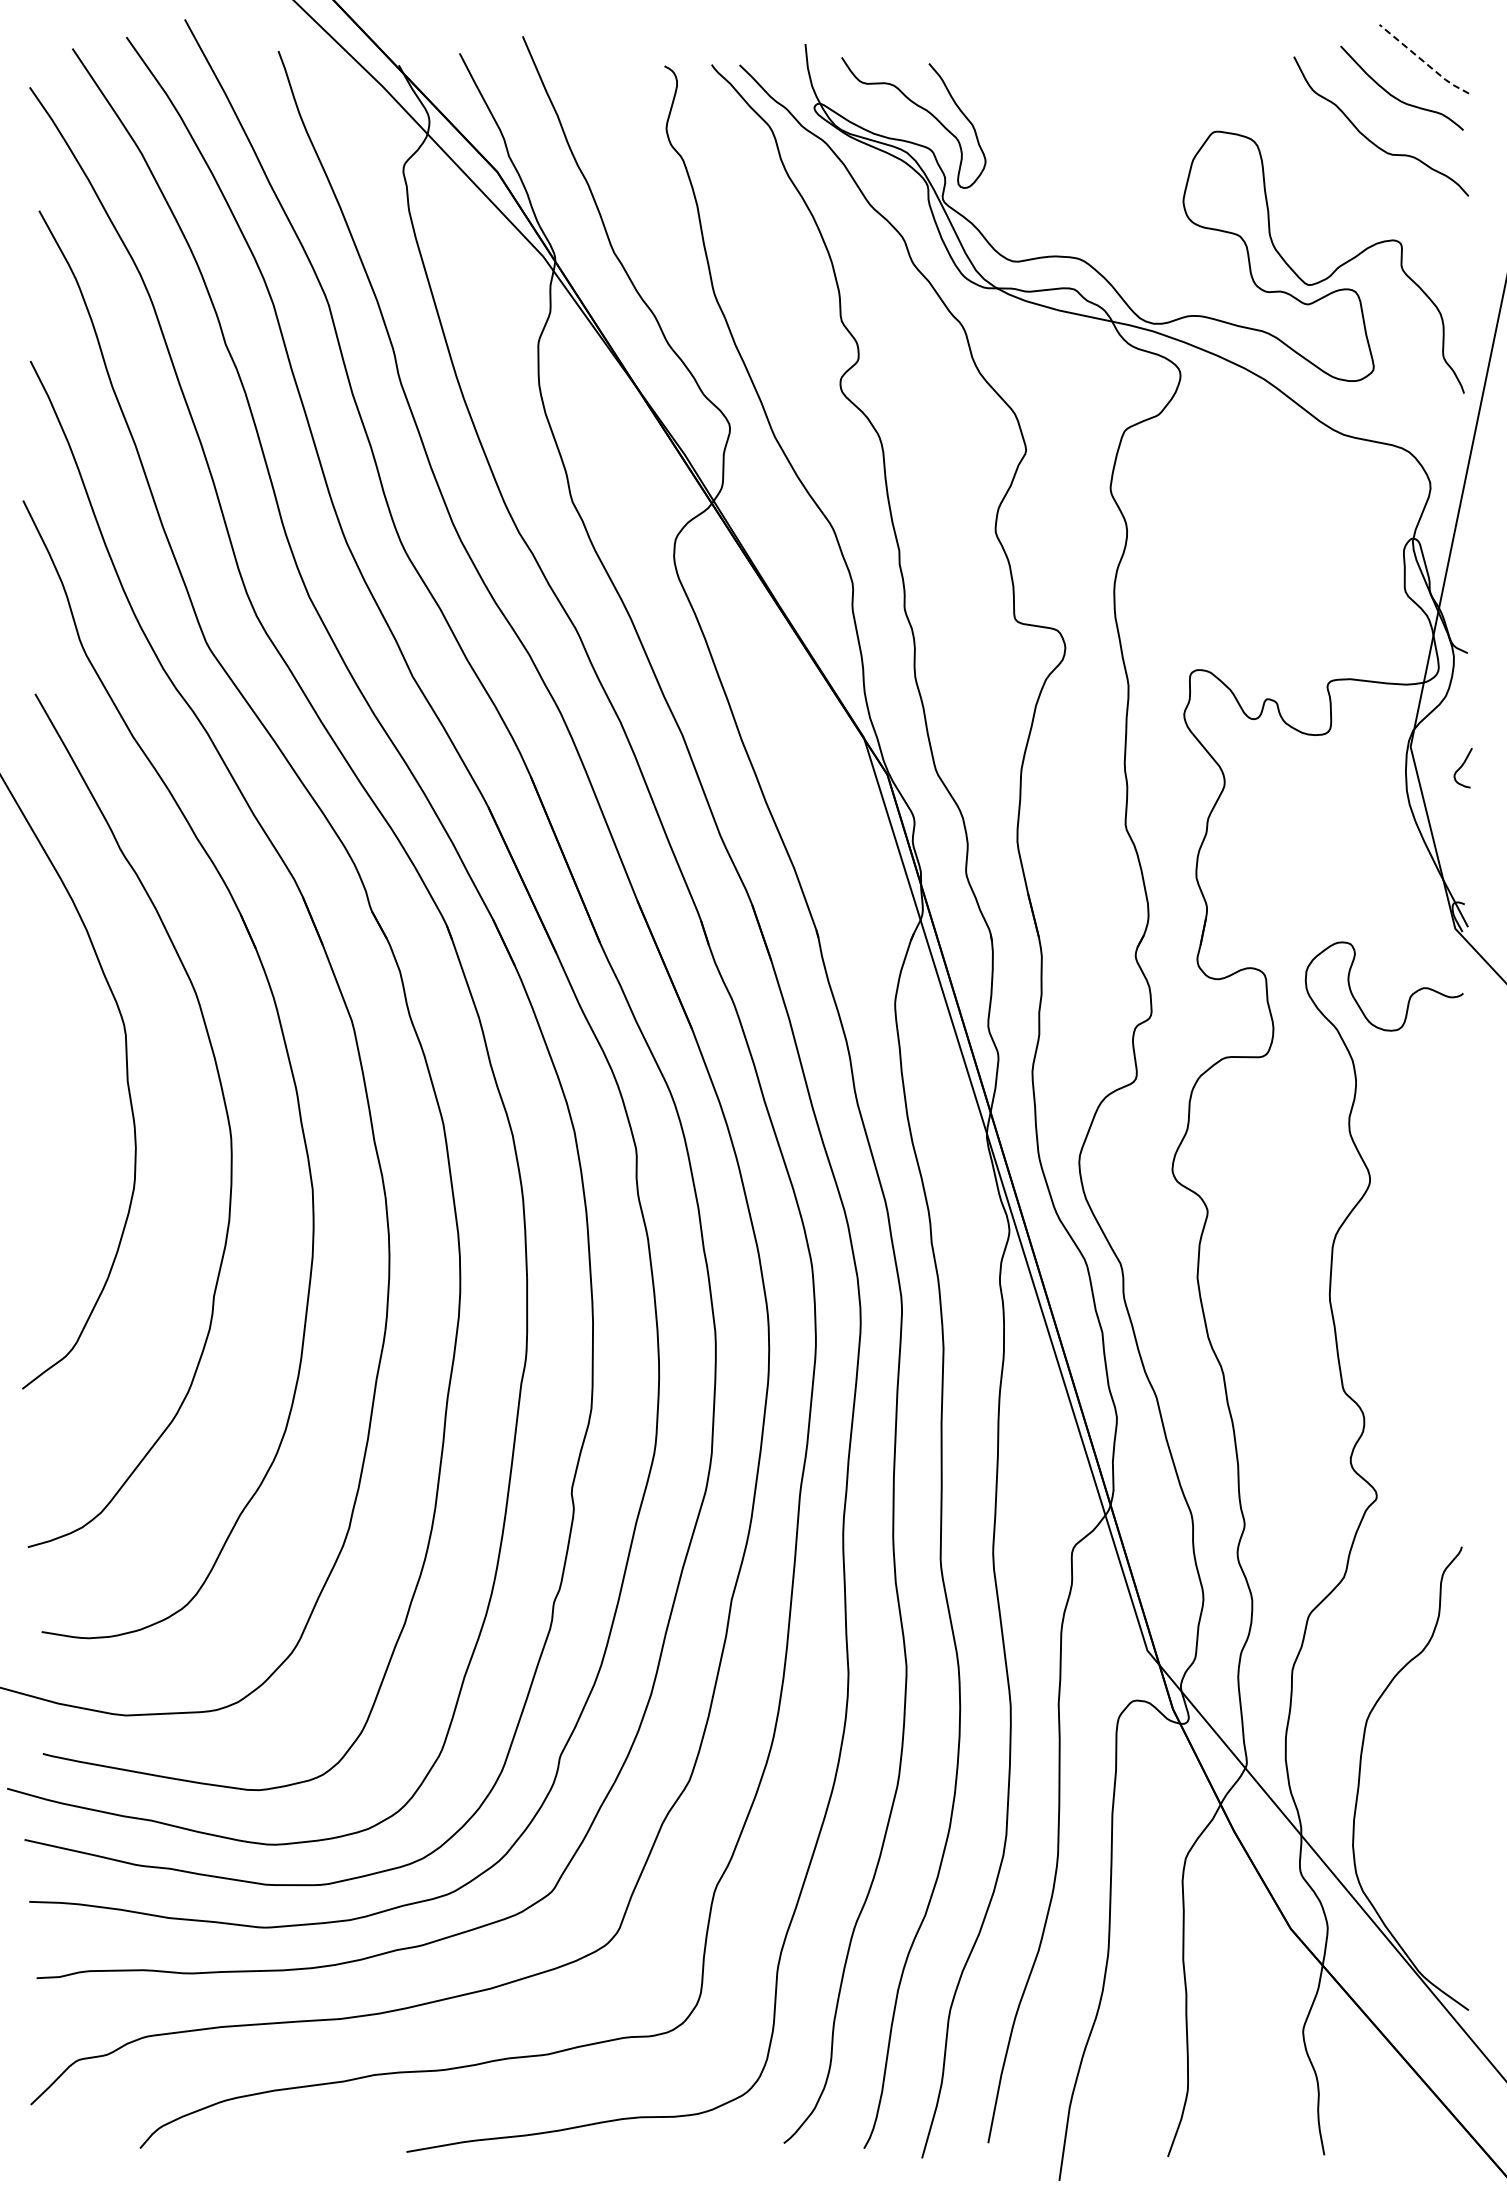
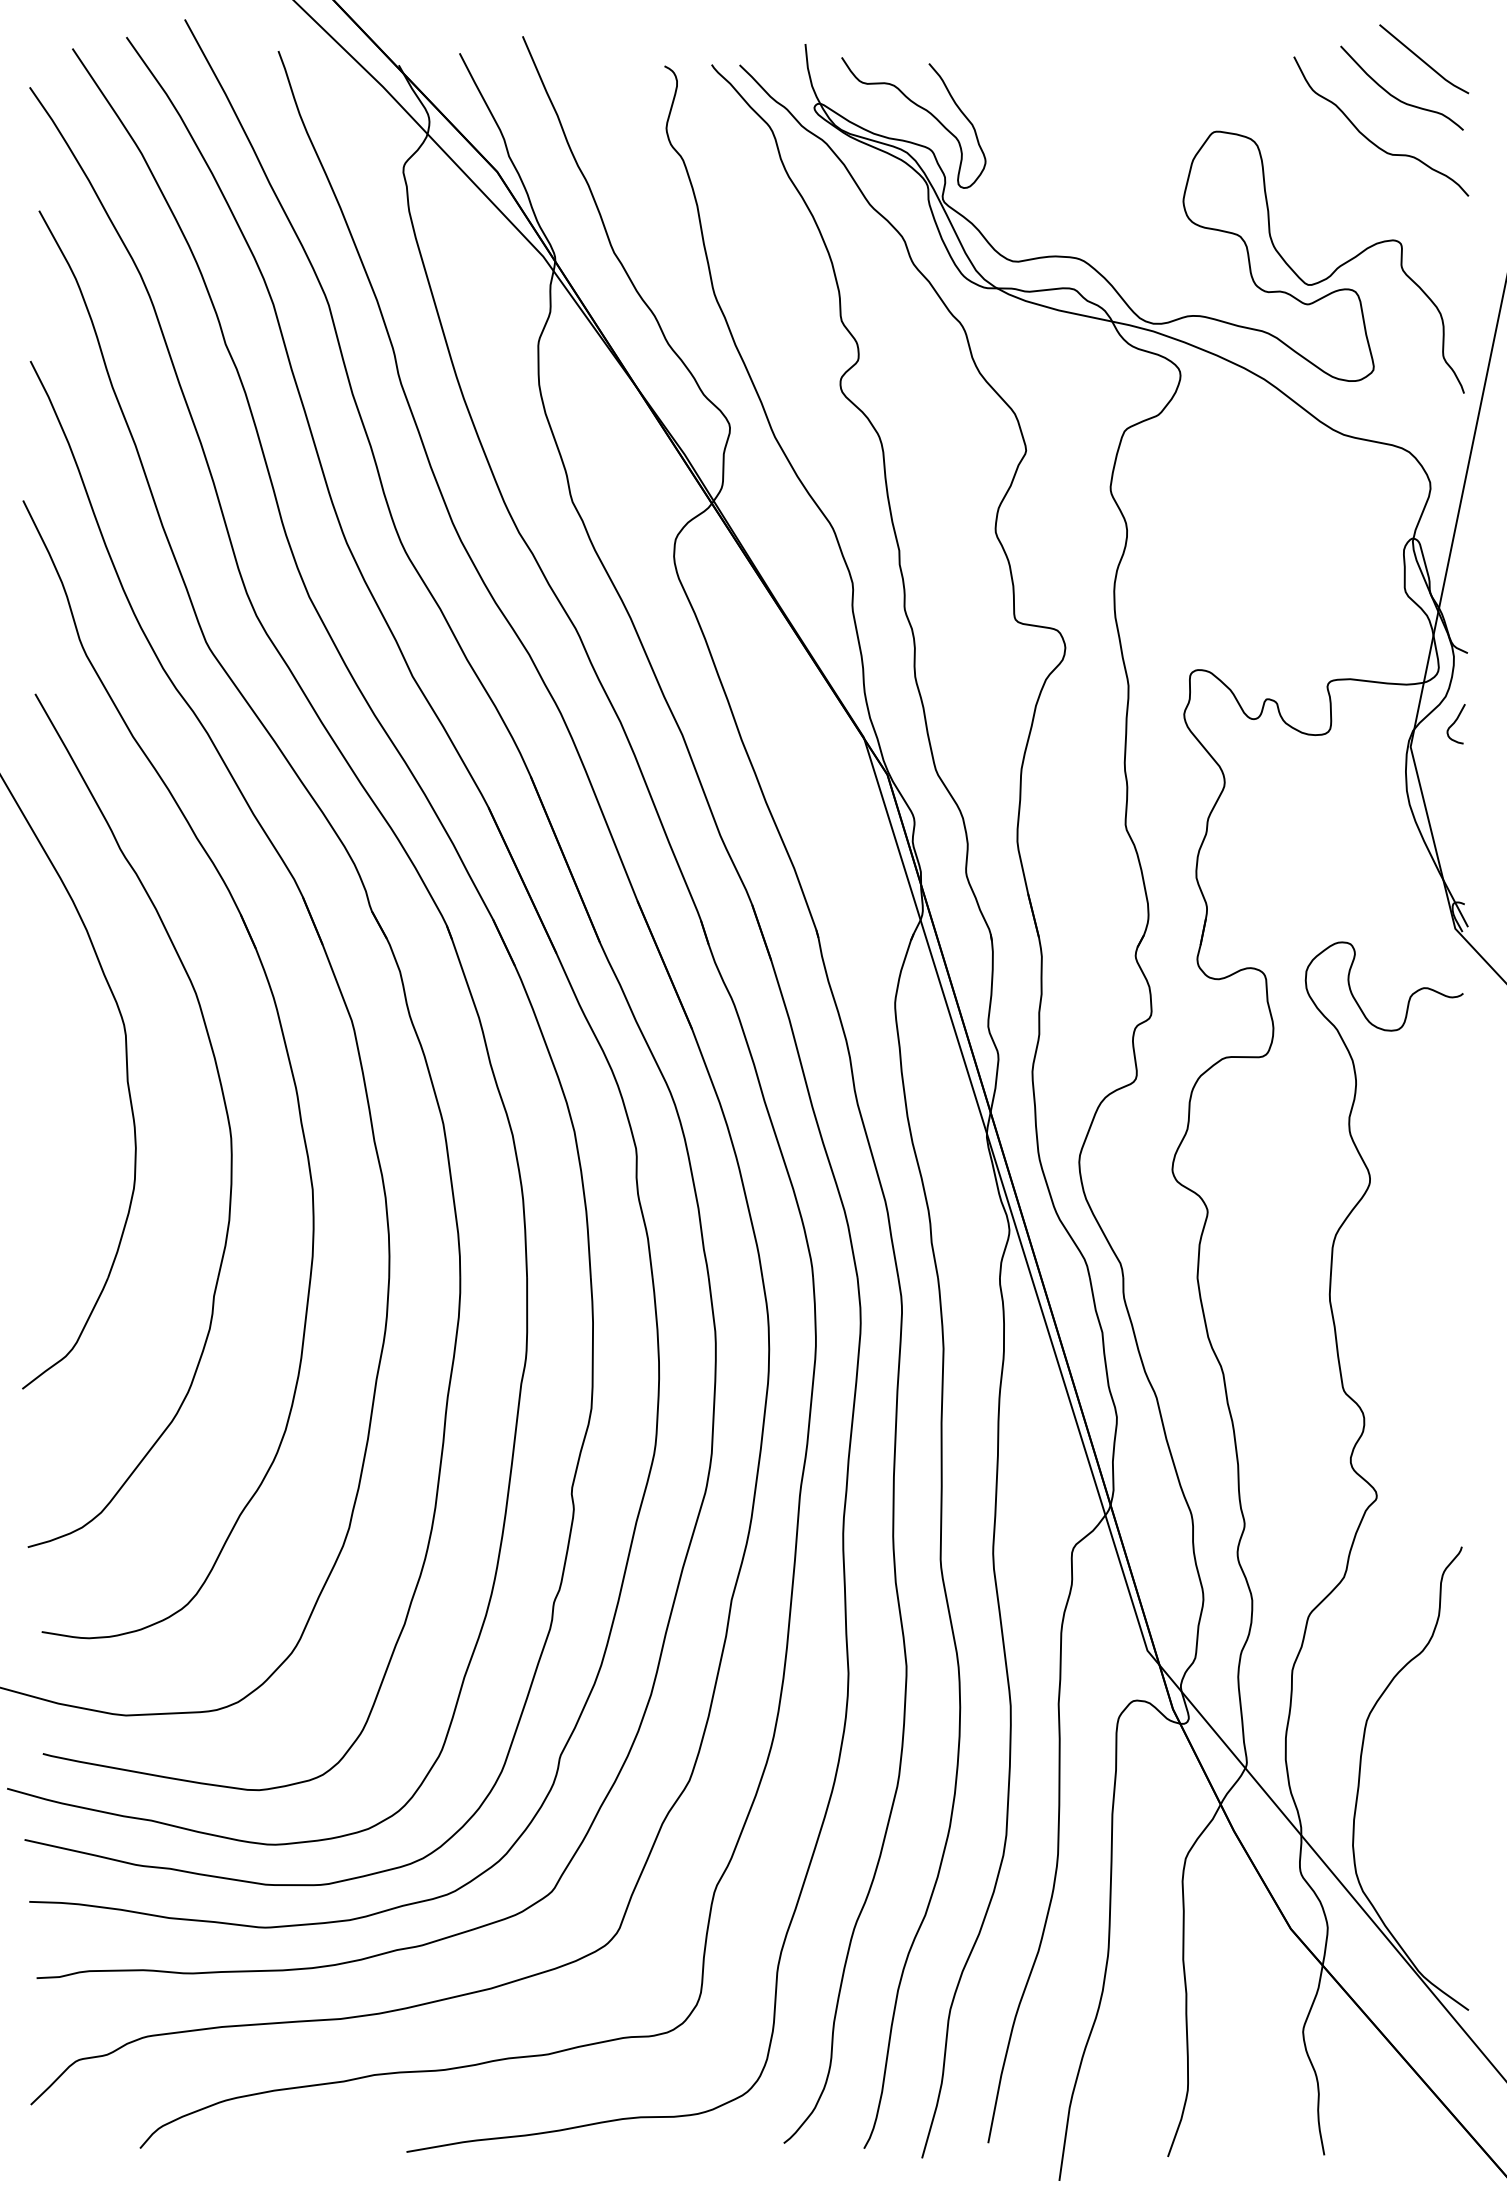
line at (1424, 61): dashed -> solid
curve at (1461, 767) position: (1461, 767) -> (1454, 723)
